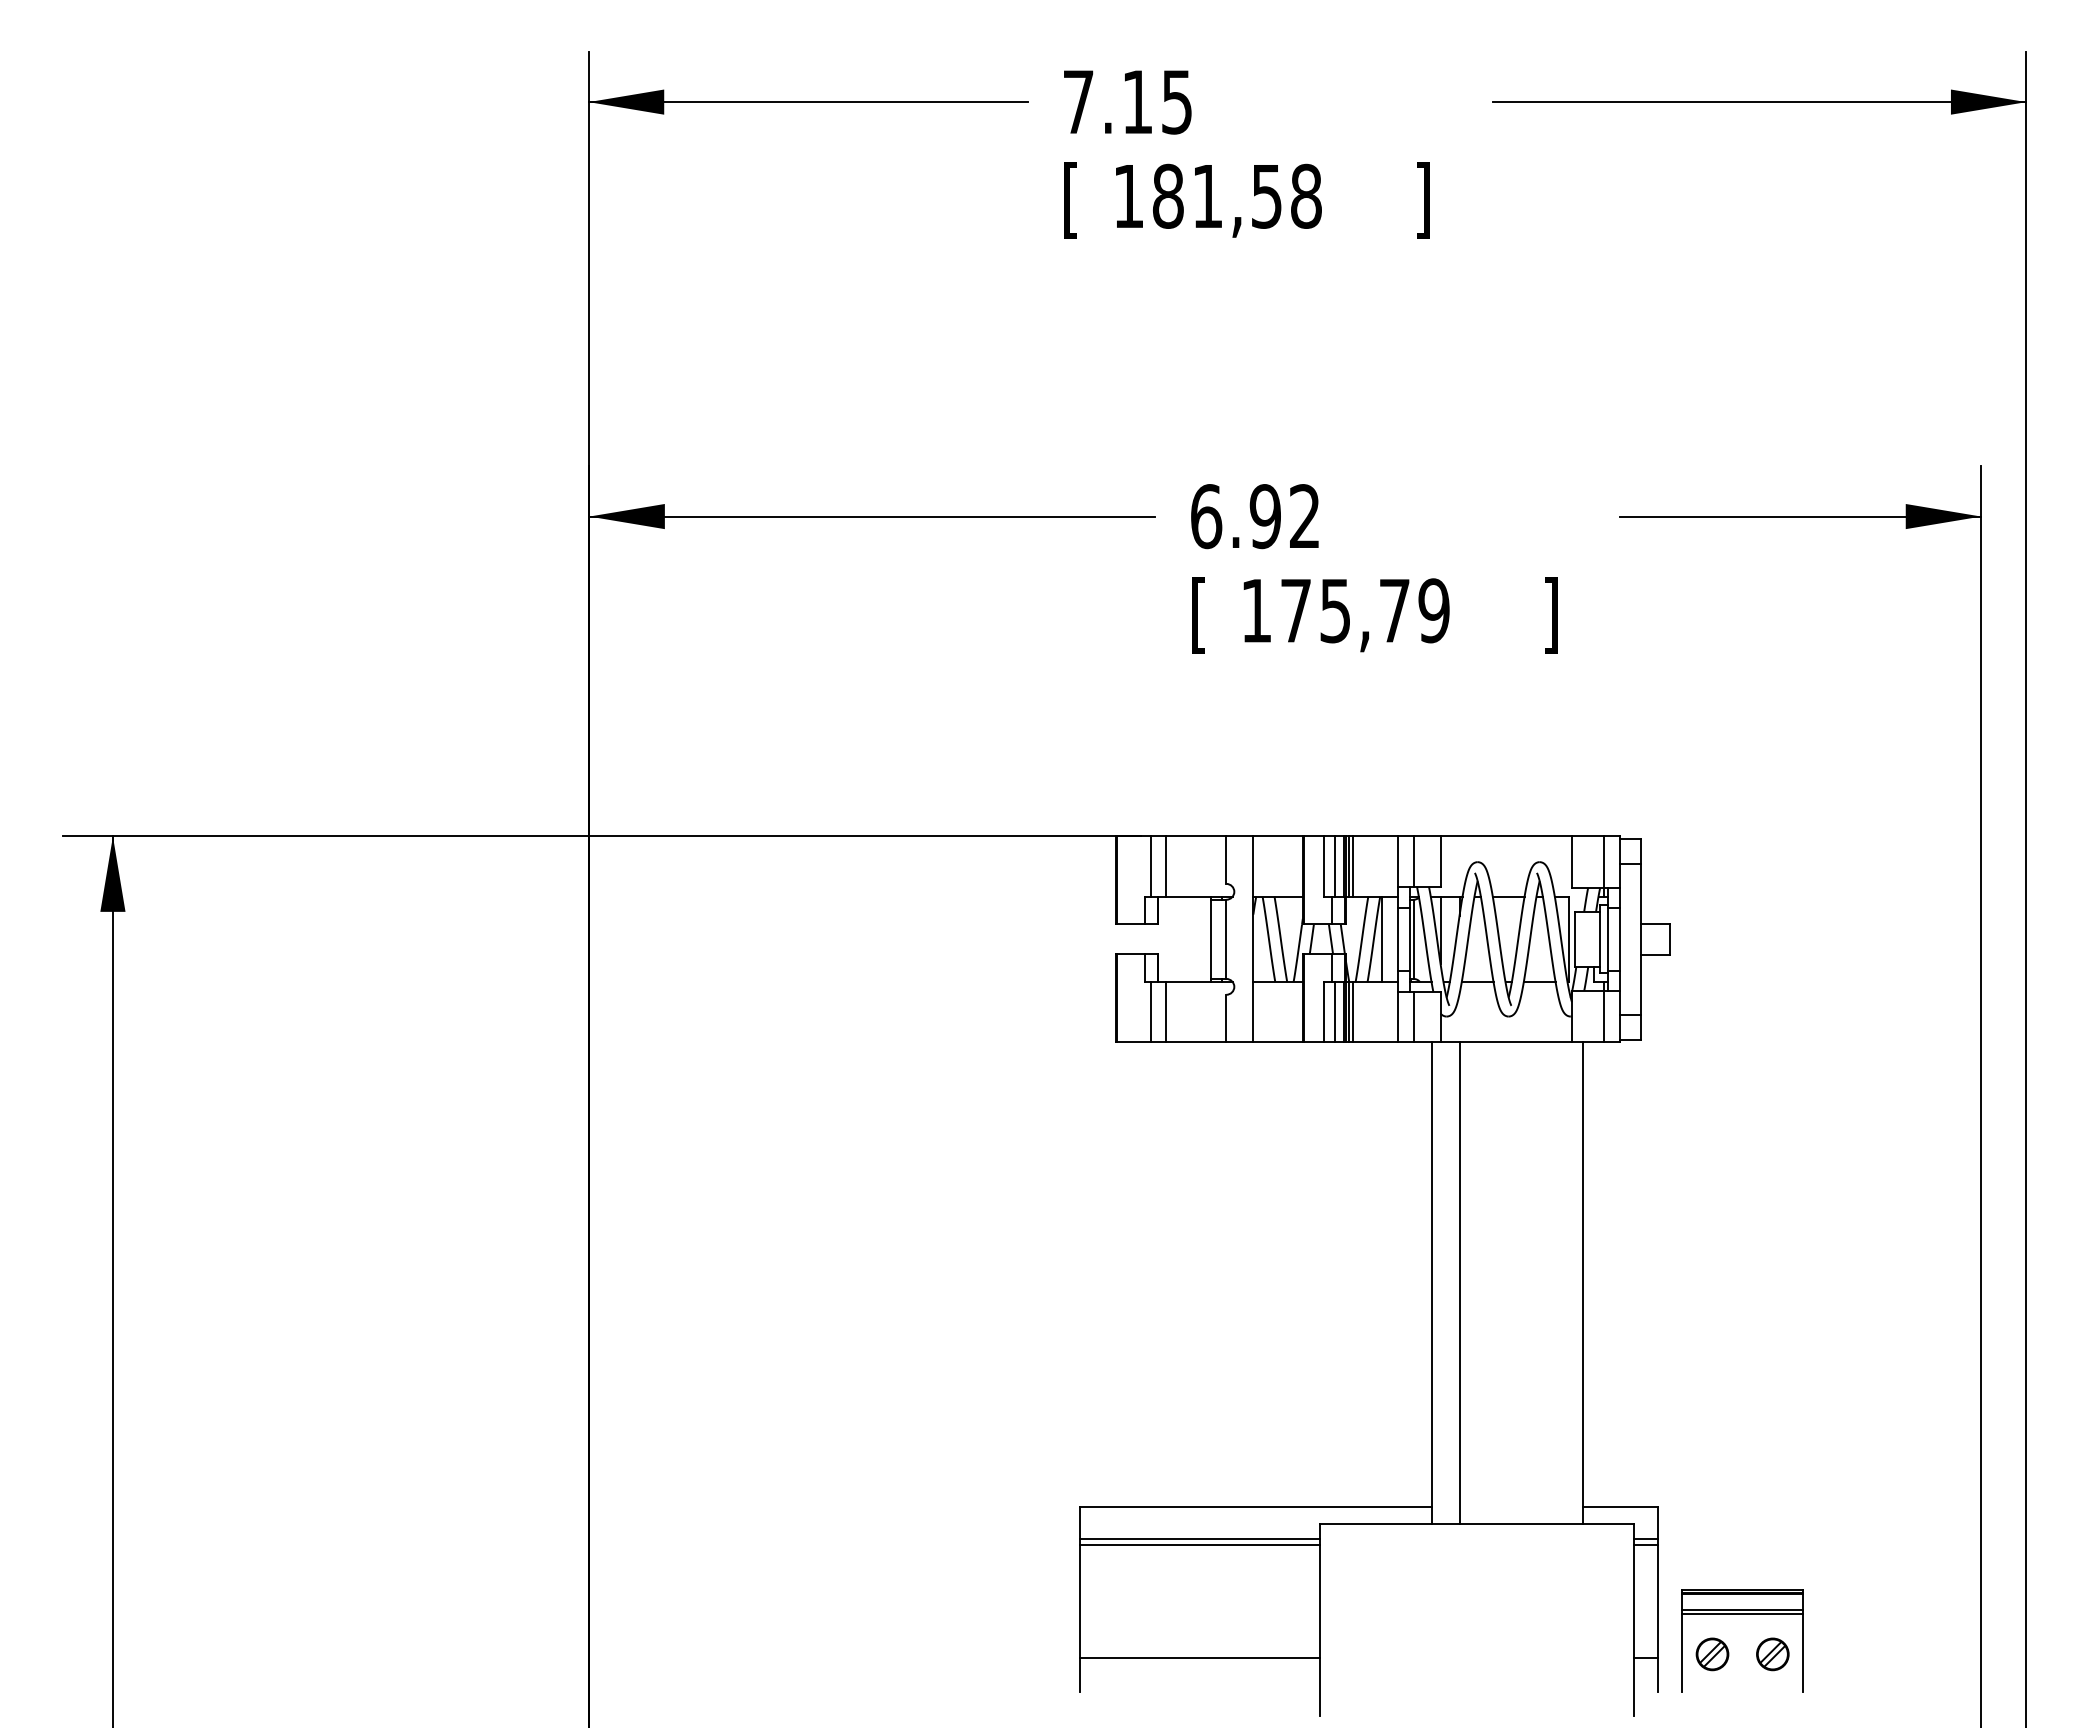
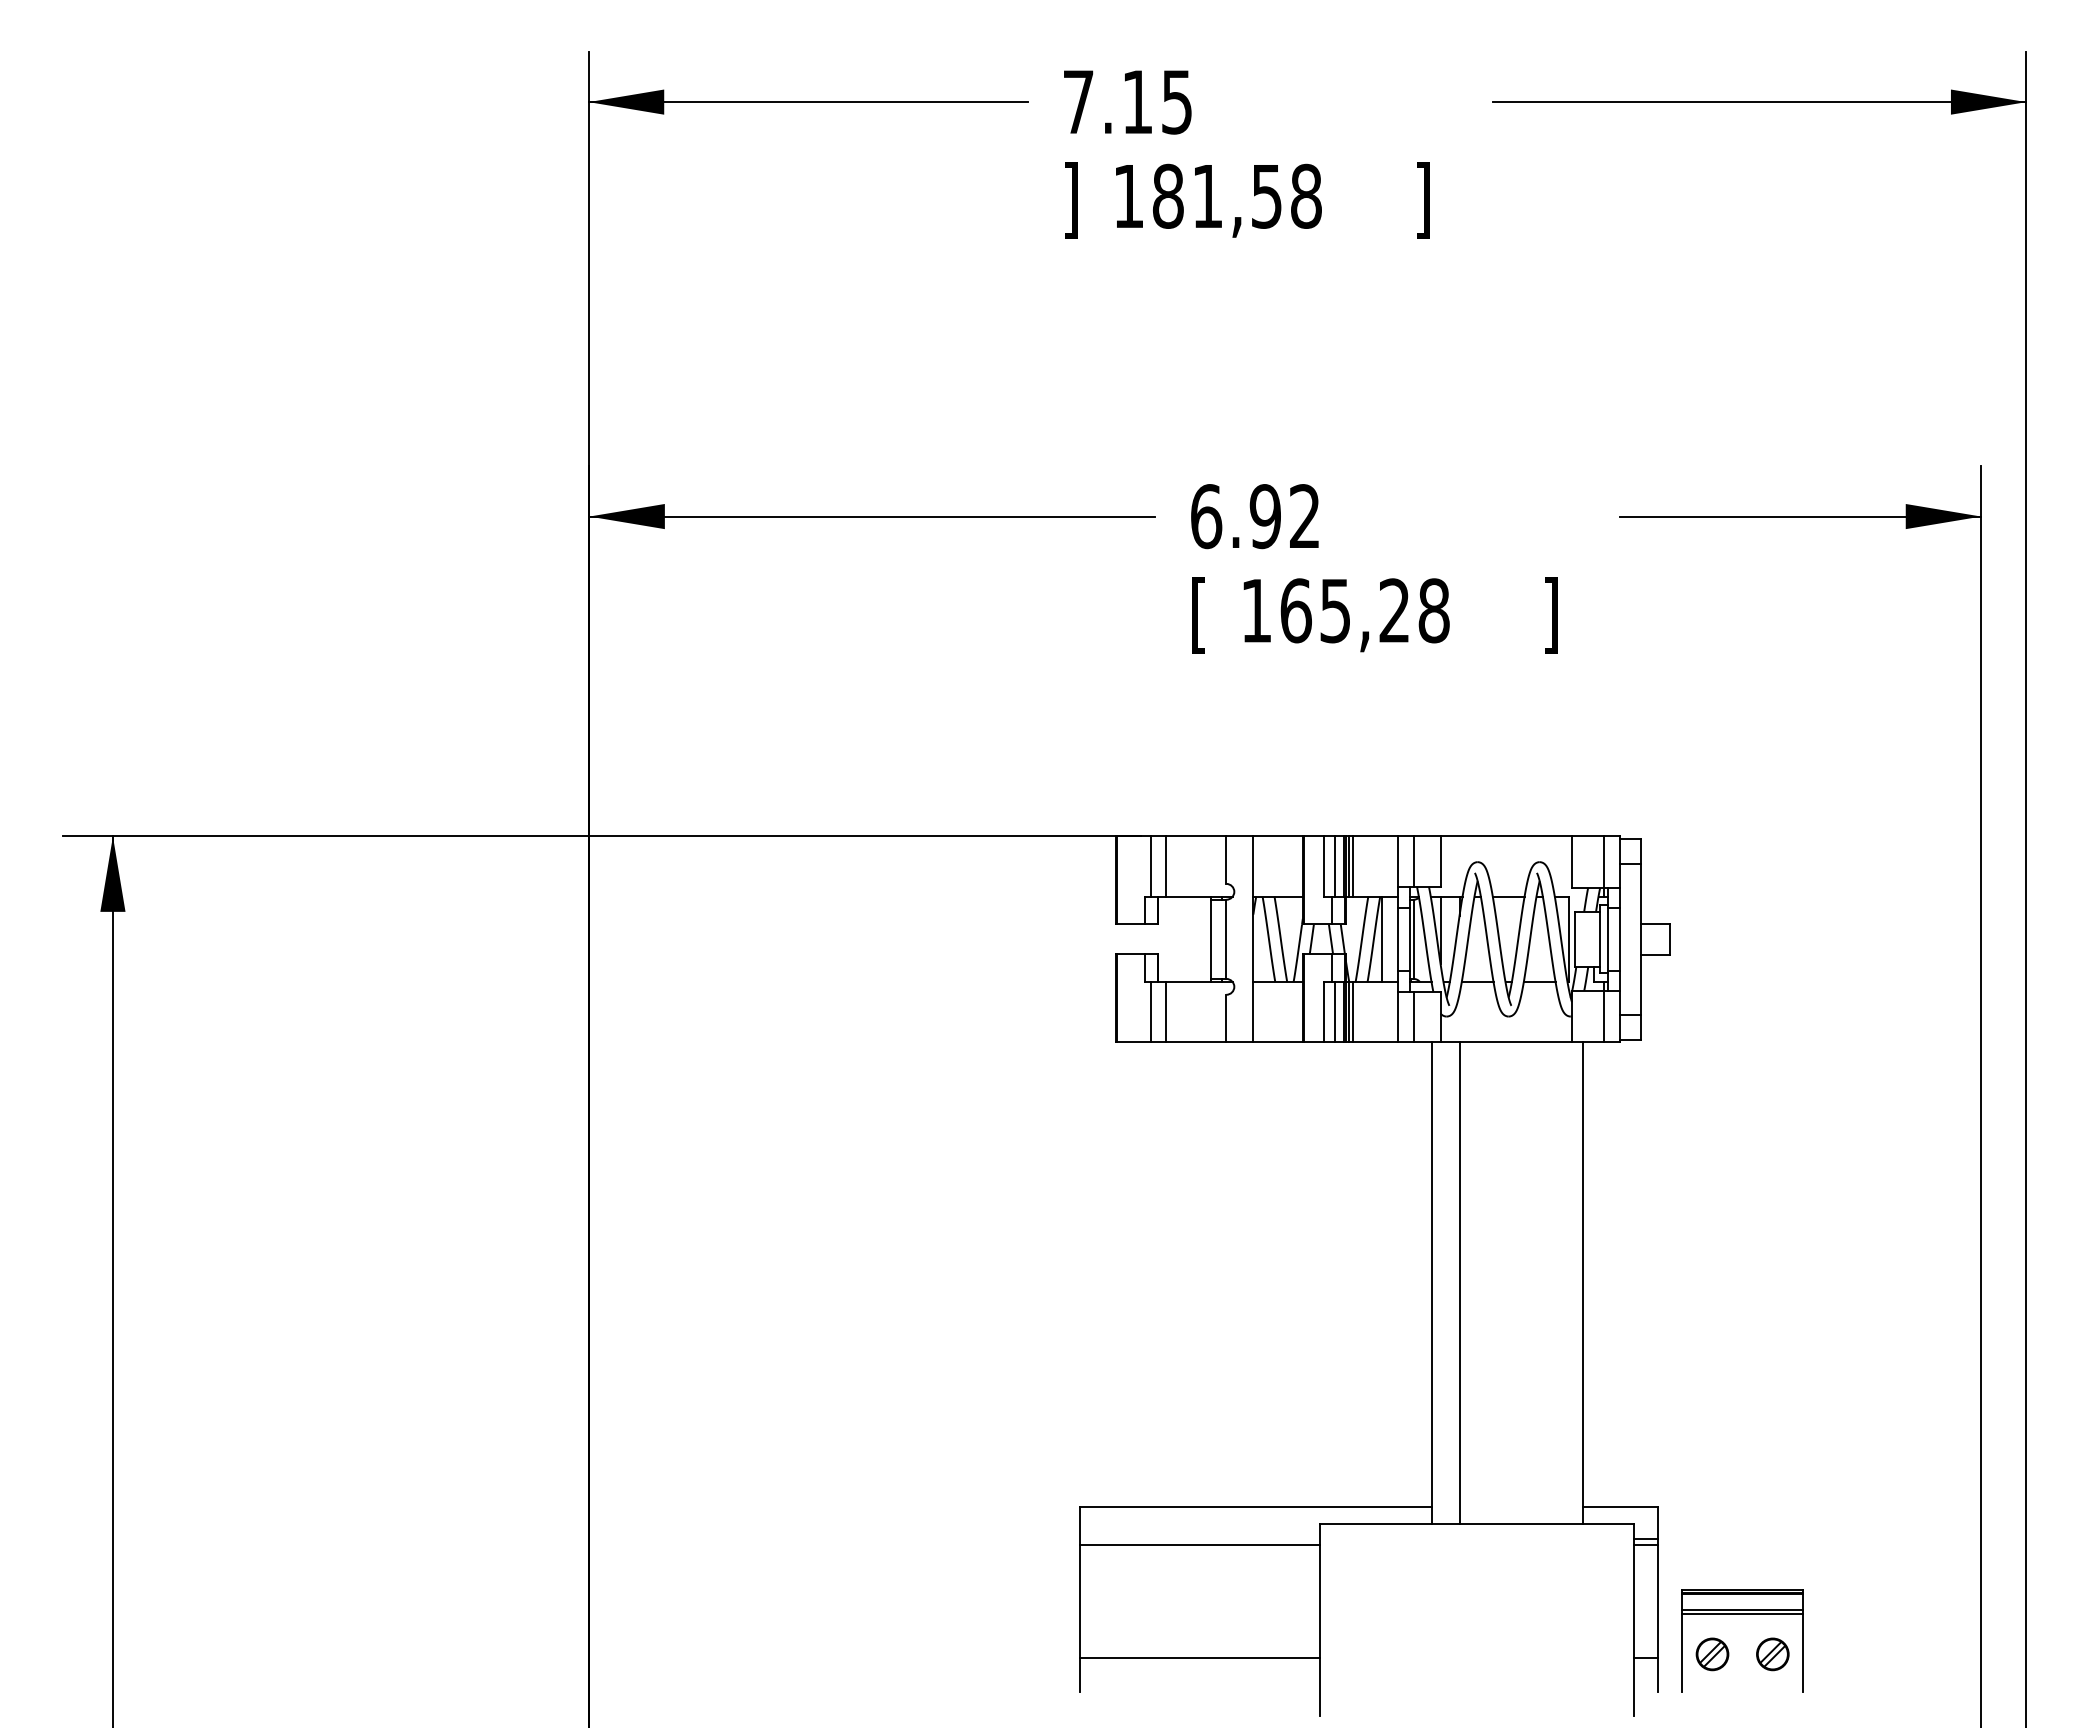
text at (1070, 200): [ -> ]
text at (1364, 610): 175,79 -> 165,28
line at (1199, 1538): present -> none
